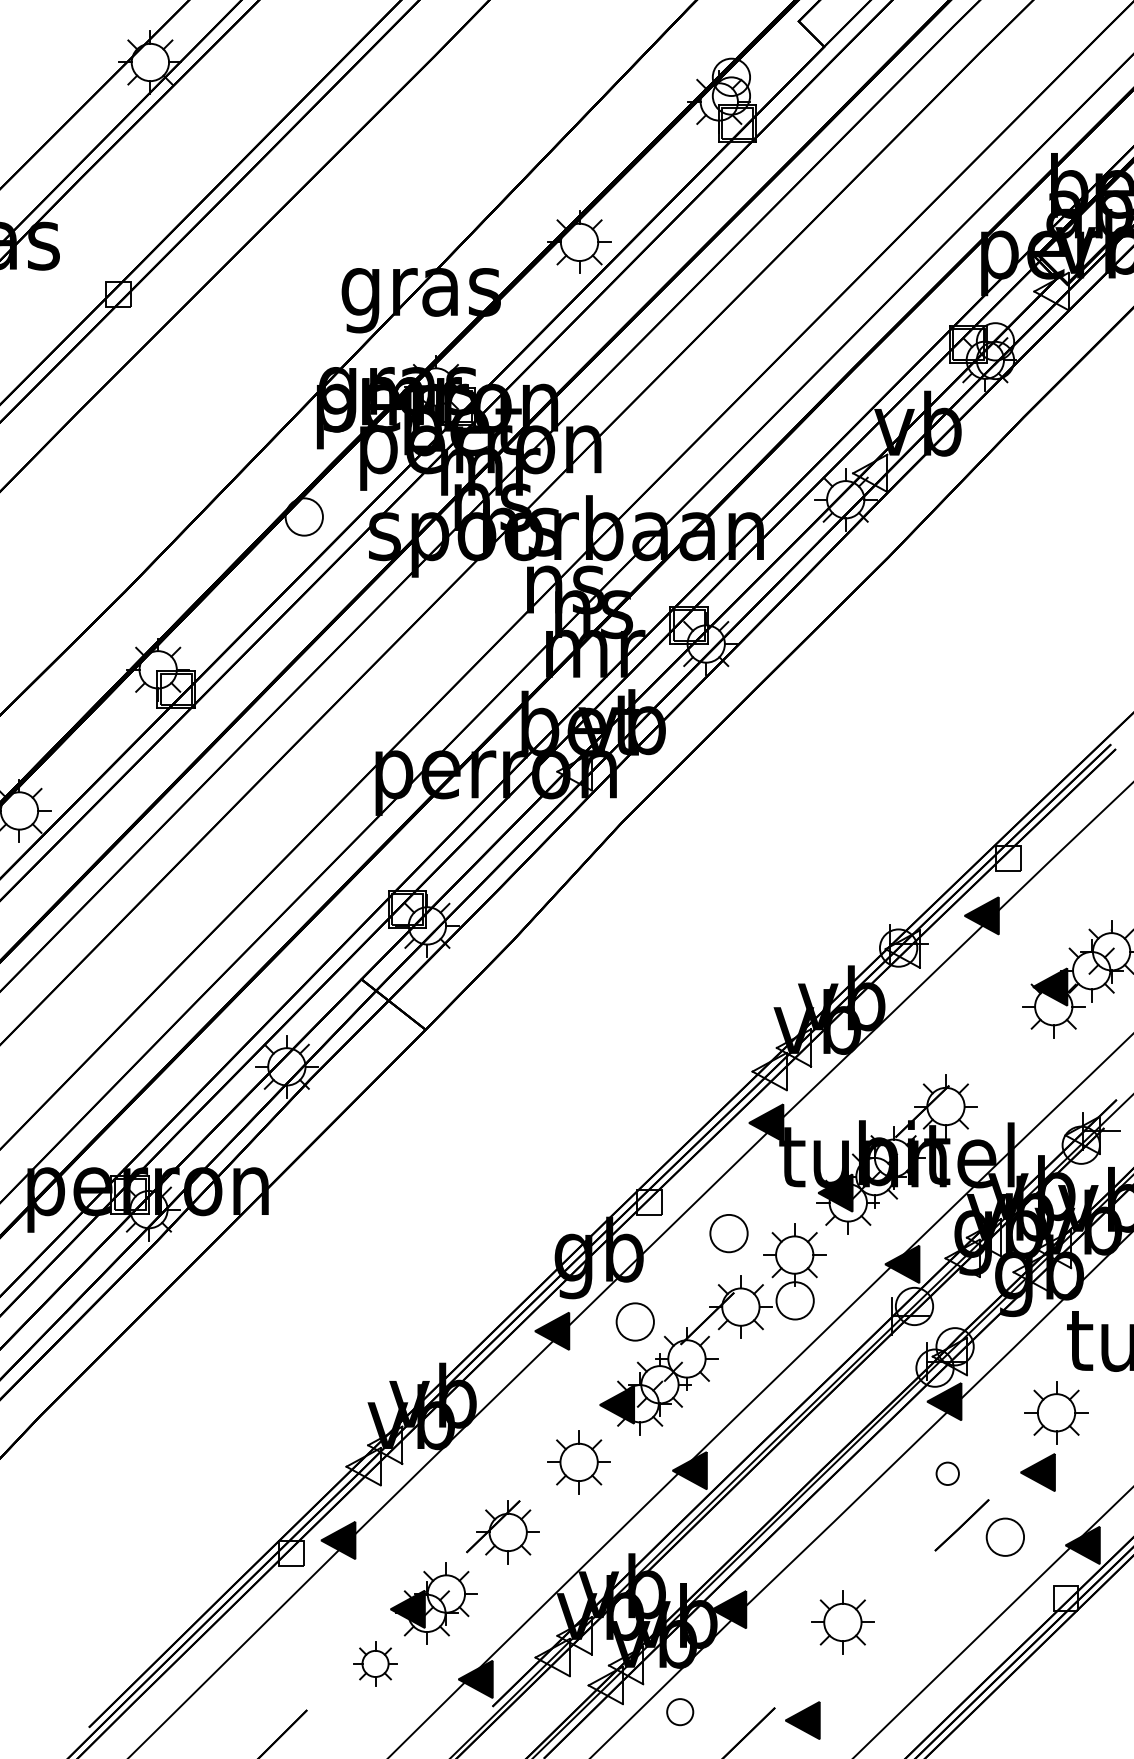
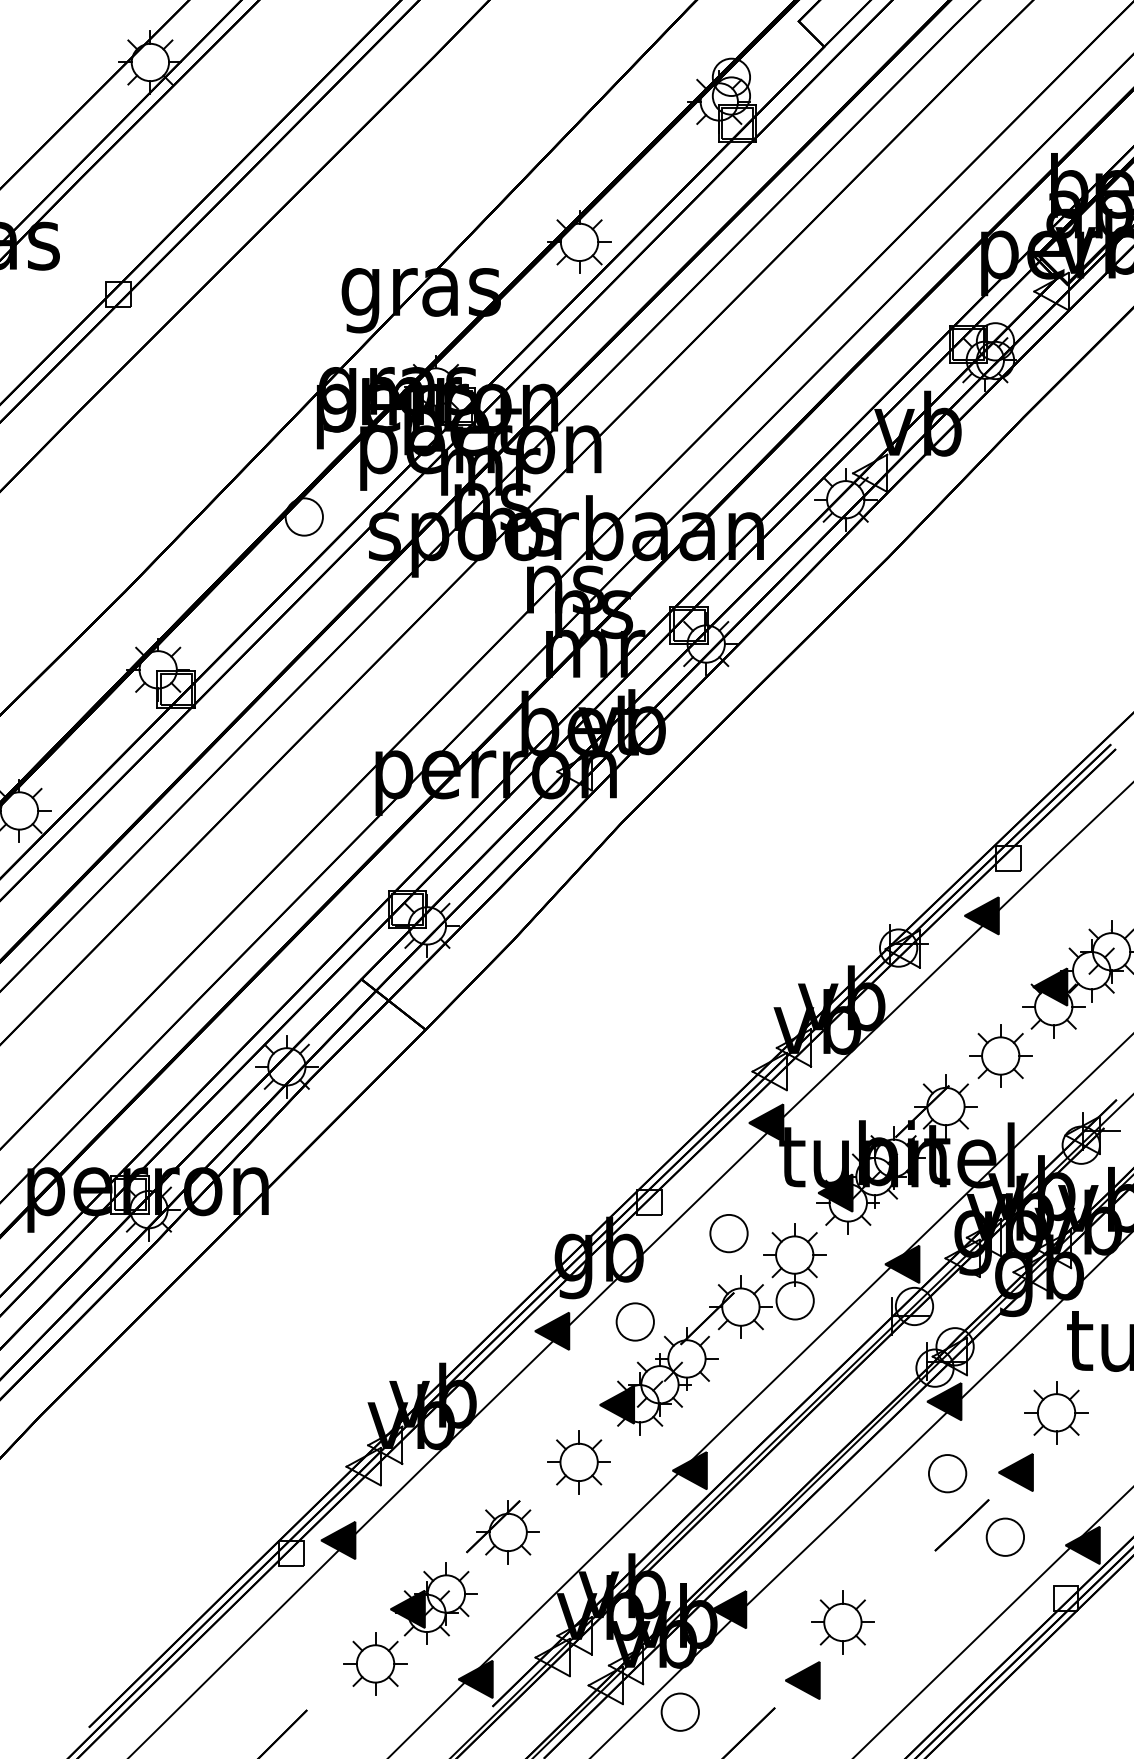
part at (1000, 1055): none -> present
part at (1037, 1472) position: (1037, 1472) -> (1015, 1472)
part at (947, 1473) size: 25x25 px -> 40x40 px
part at (375, 1663) size: 45x46 px -> 65x64 px
part at (680, 1712) size: 29x29 px -> 40x40 px
part at (802, 1720) position: (802, 1720) -> (802, 1680)
